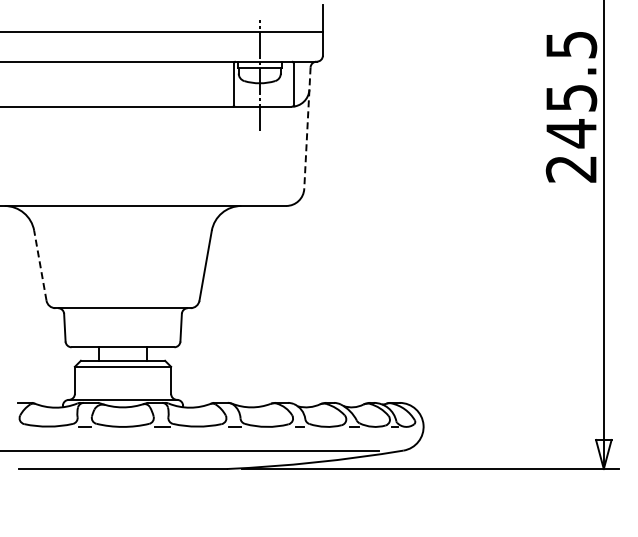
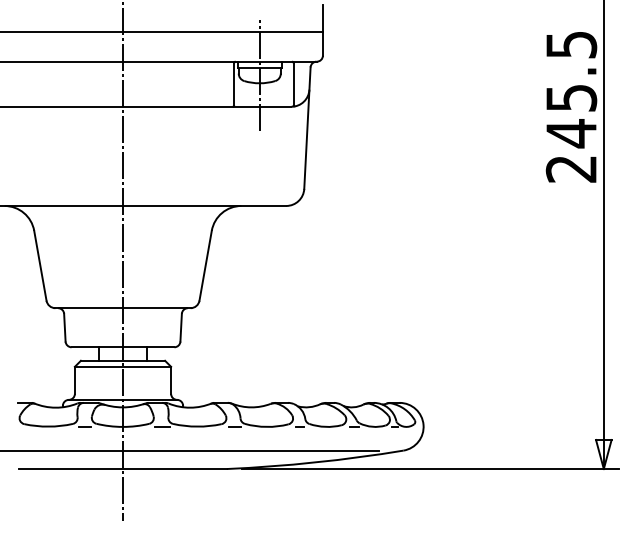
line at (307, 128): dashed -> solid
line at (123, 261): none -> present
line at (40, 265): dashed -> solid
